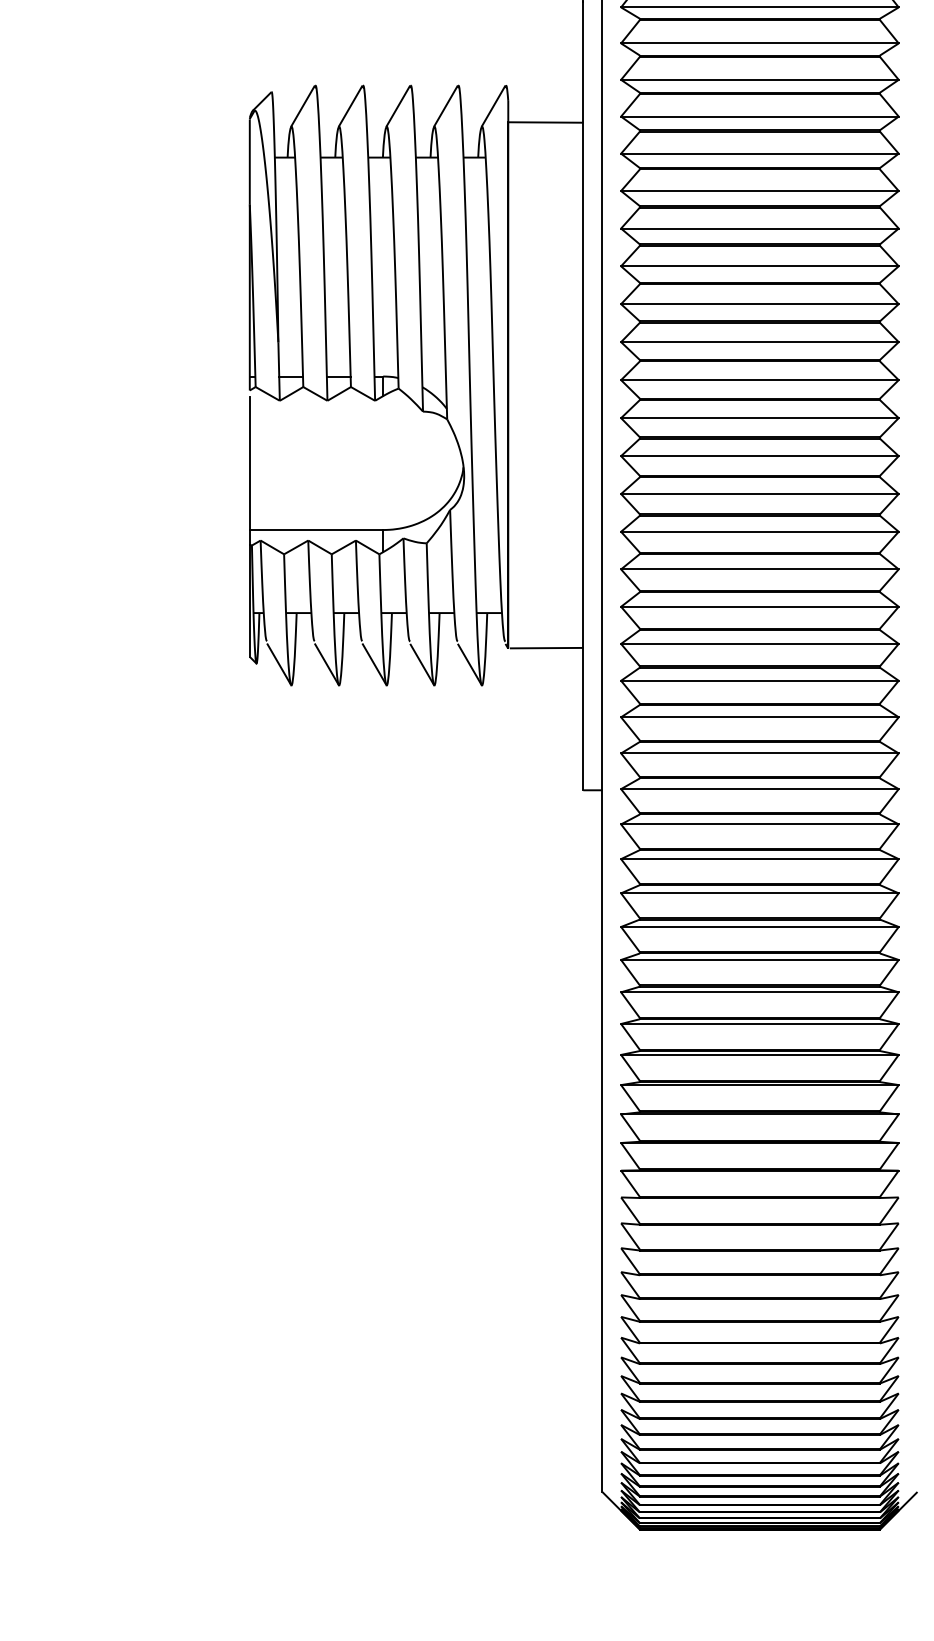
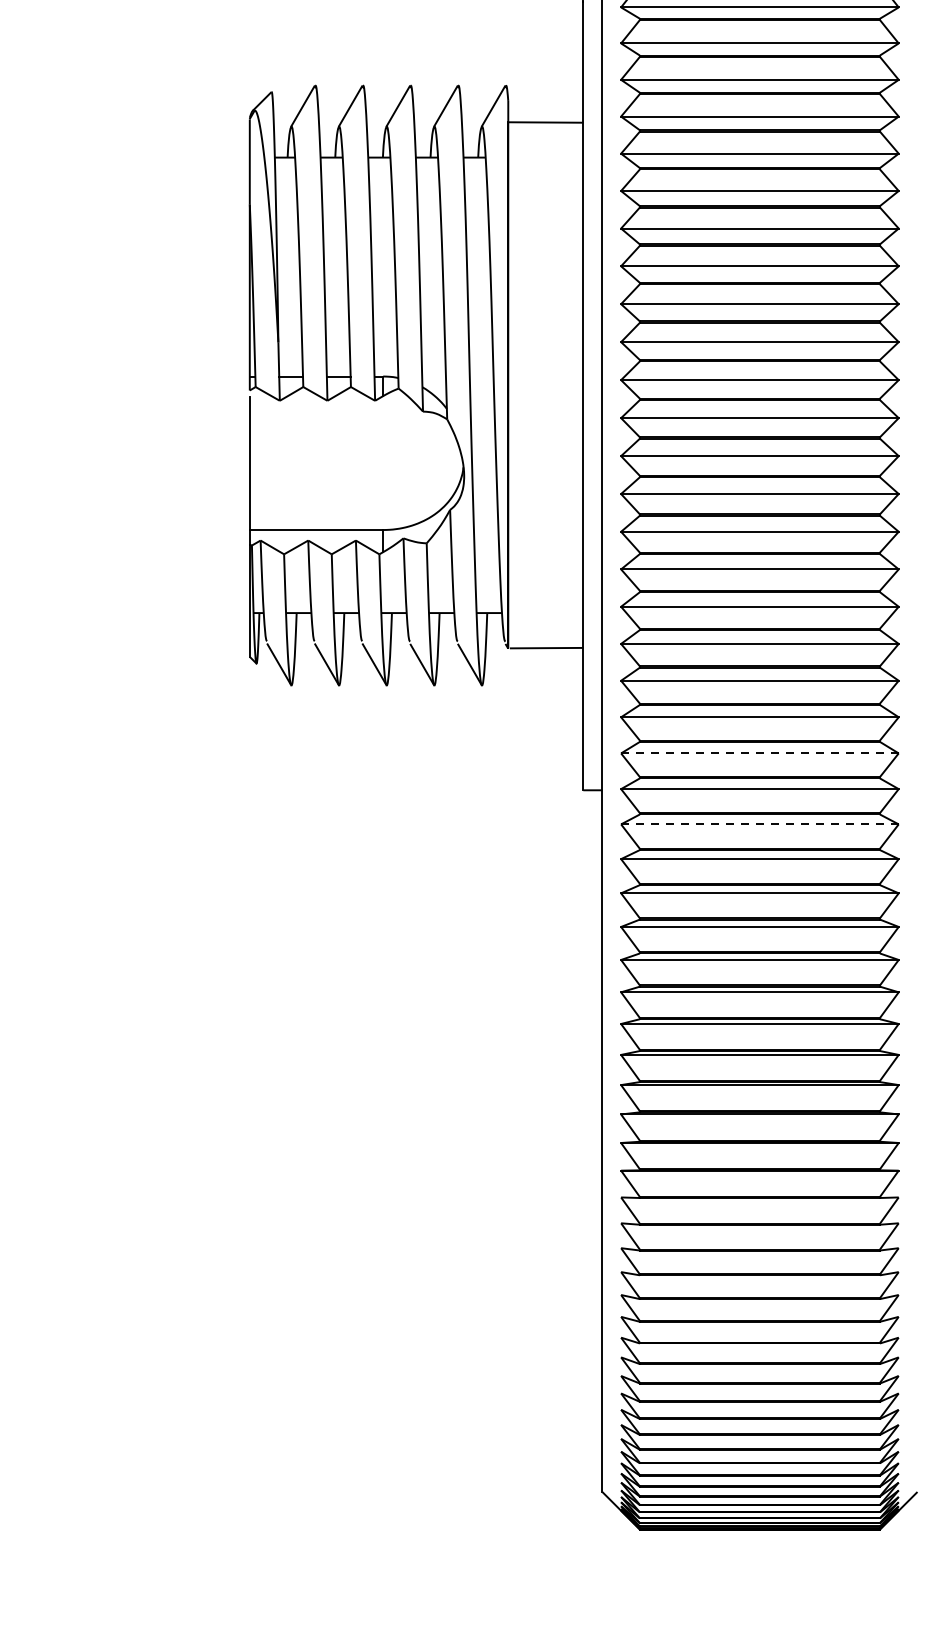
line at (759, 753): solid -> dashed
line at (759, 824): solid -> dashed
